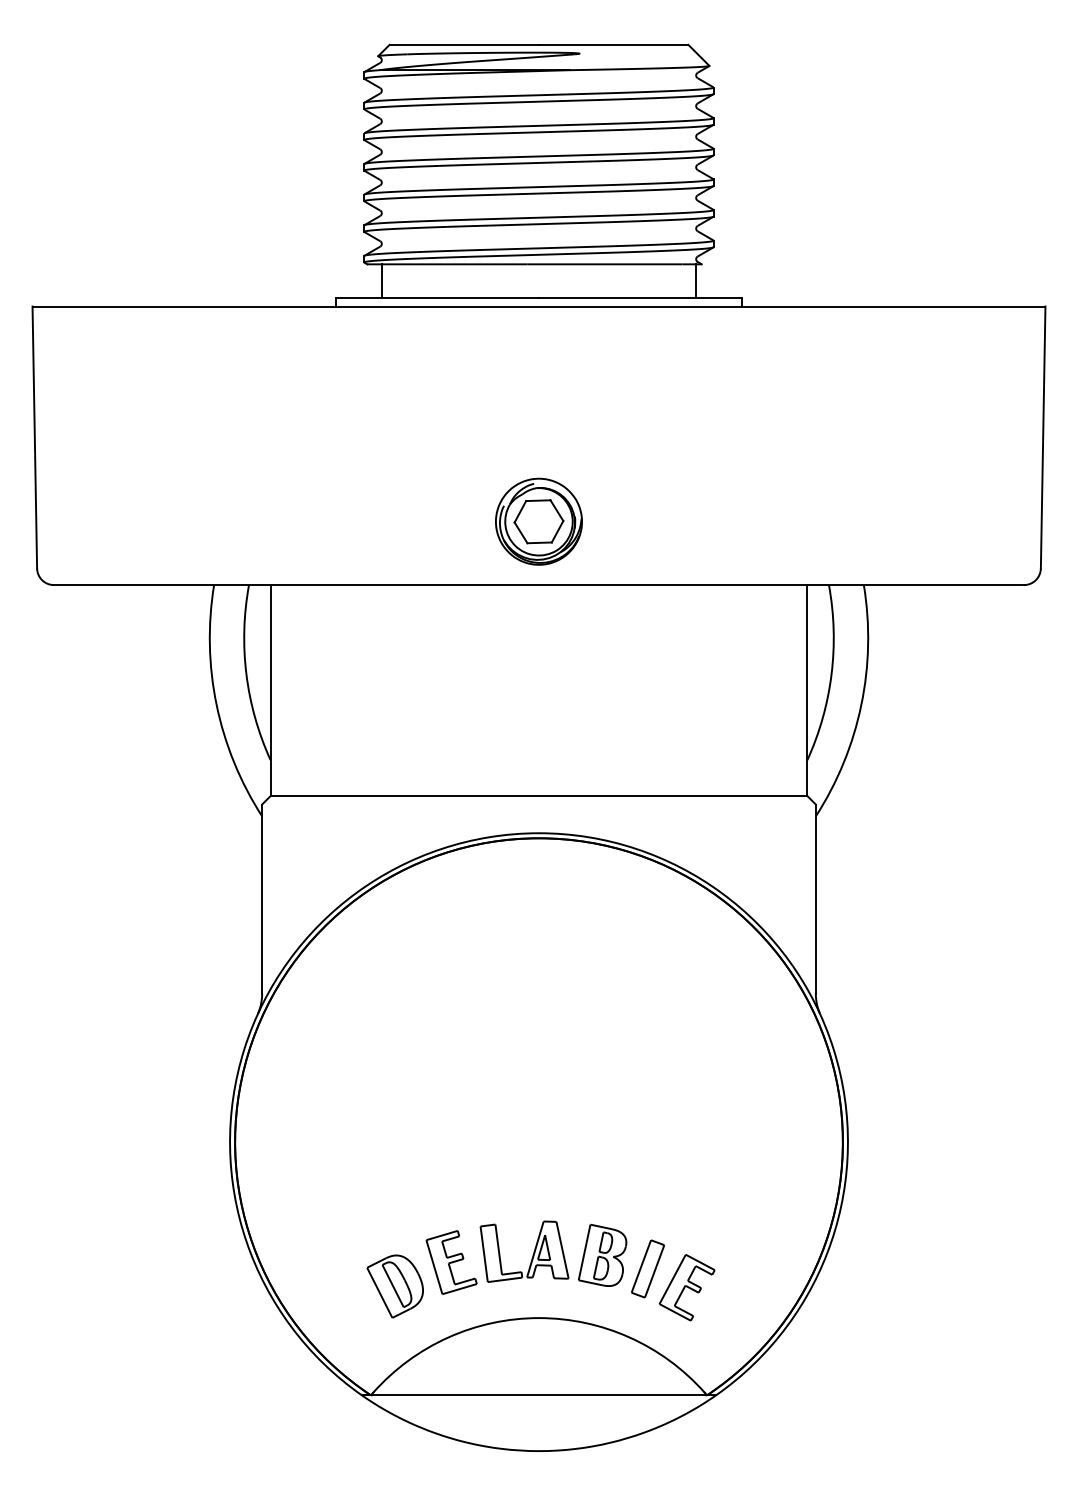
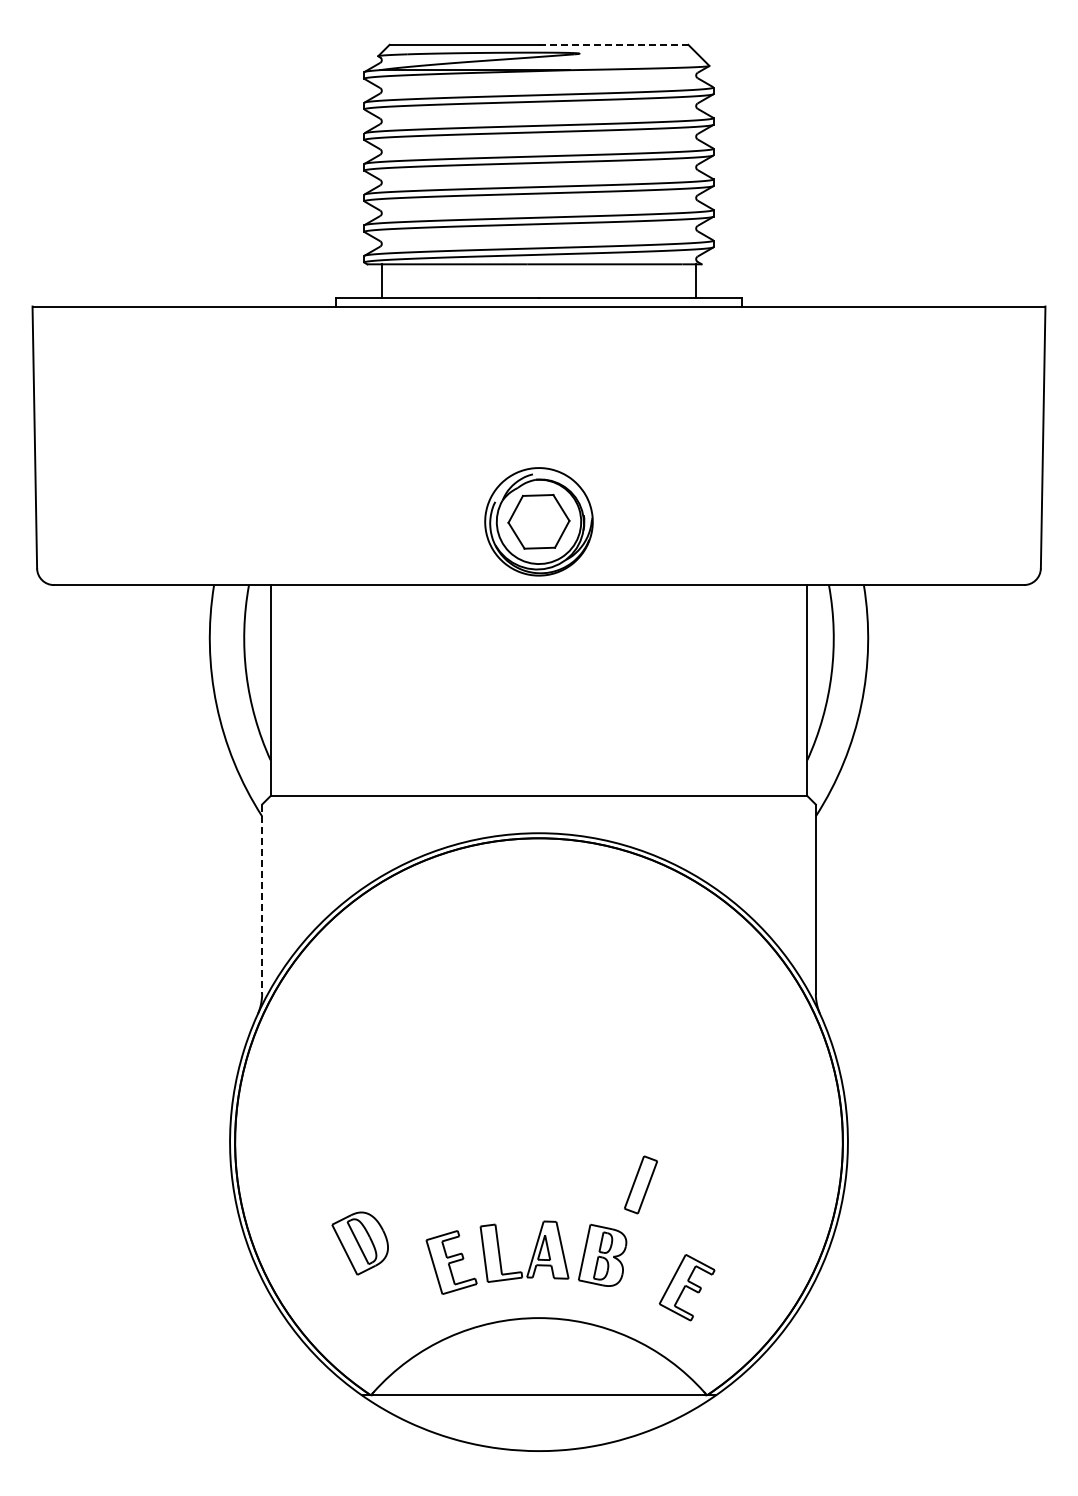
line at (613, 44): solid -> dashed
part at (538, 521) size: 88x89 px -> 110x110 px
line at (262, 899): solid -> dashed
part at (647, 1268) position: (647, 1268) -> (640, 1184)
part at (394, 1286) position: (394, 1286) -> (359, 1243)
